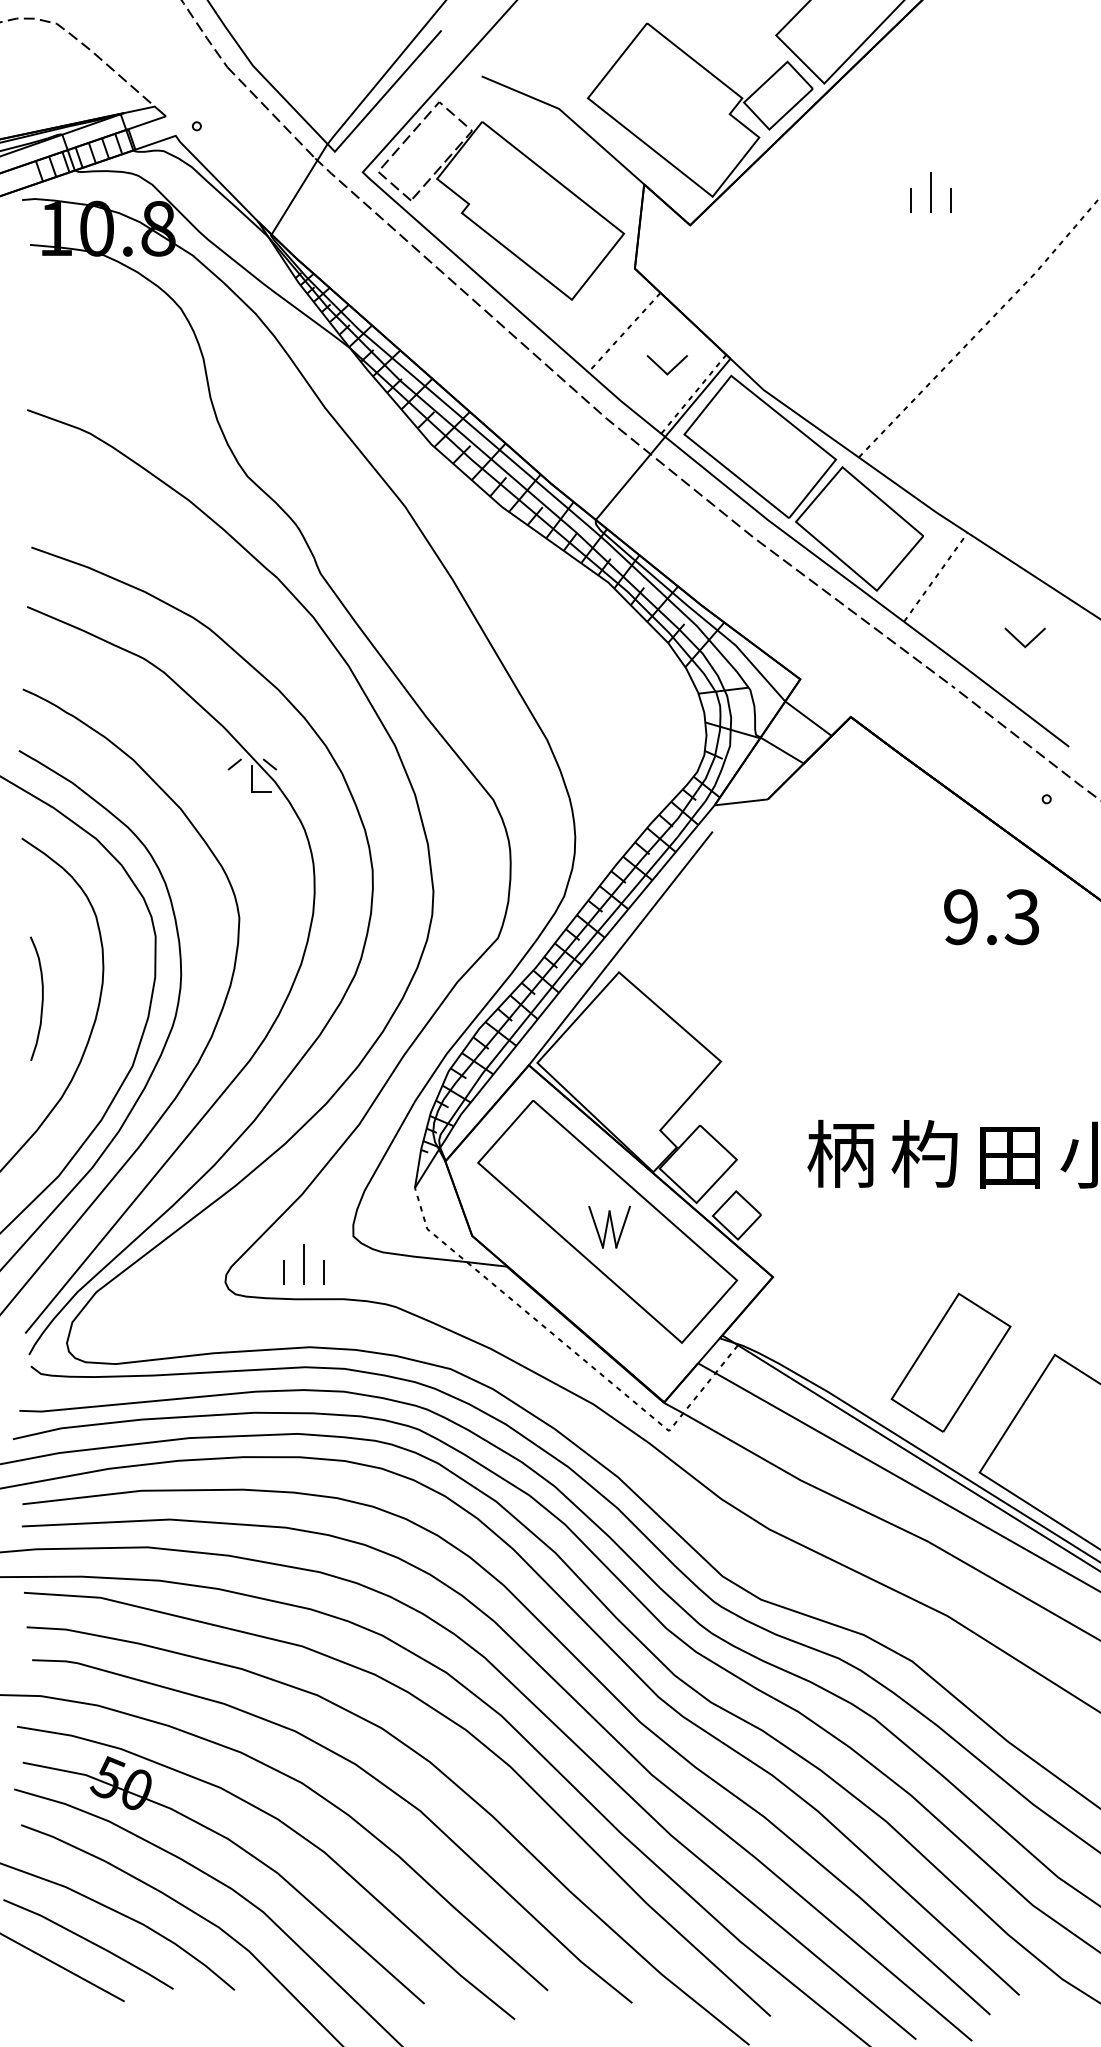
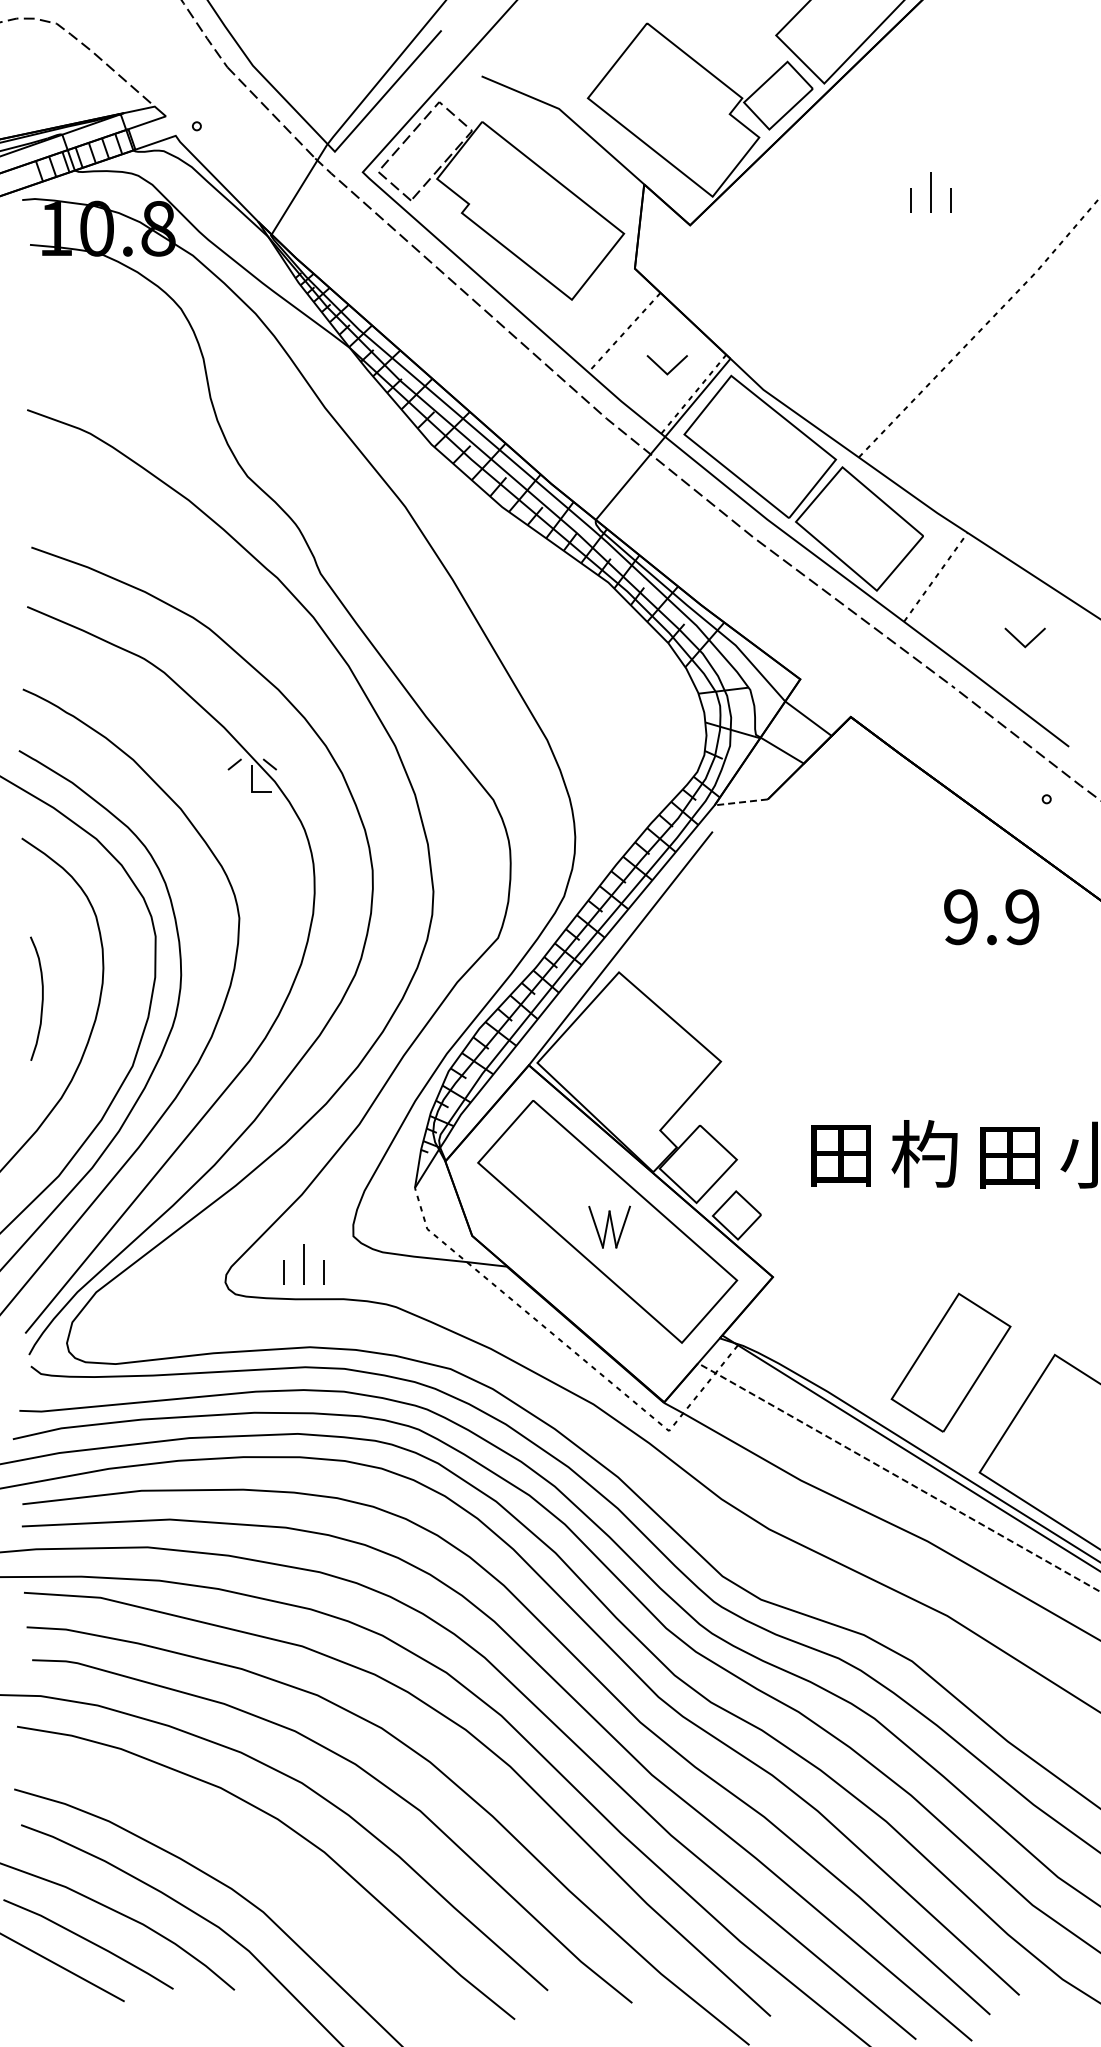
line at (741, 802): solid -> dashed
text at (1021, 917): 9.3 -> 9.9
text at (840, 1153): 柄 -> 田
line at (898, 1476): solid -> dashed
part at (242, 1850): present -> none
